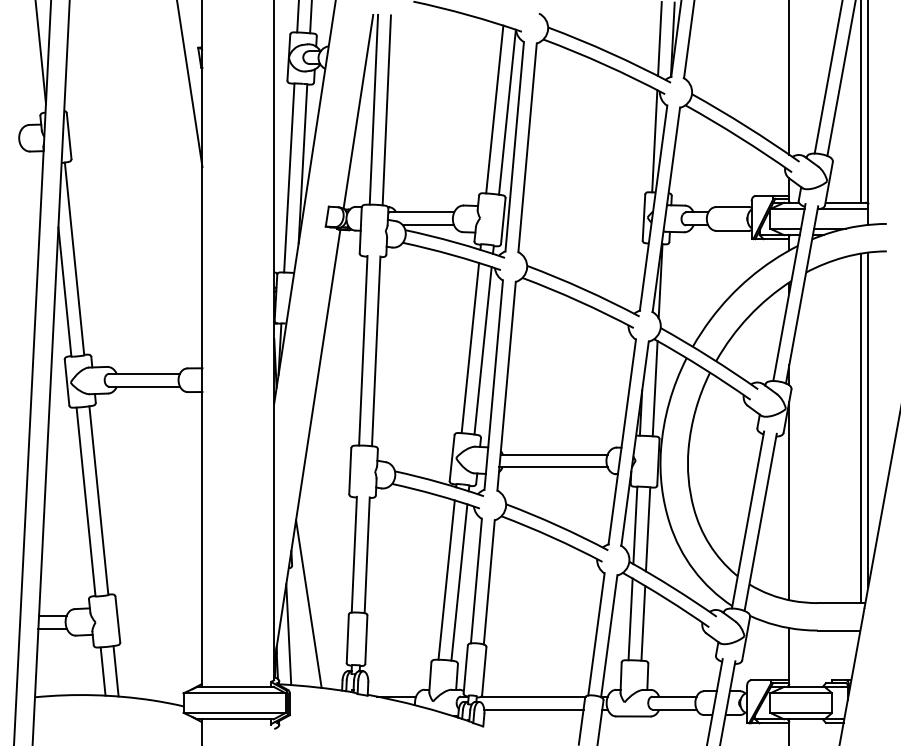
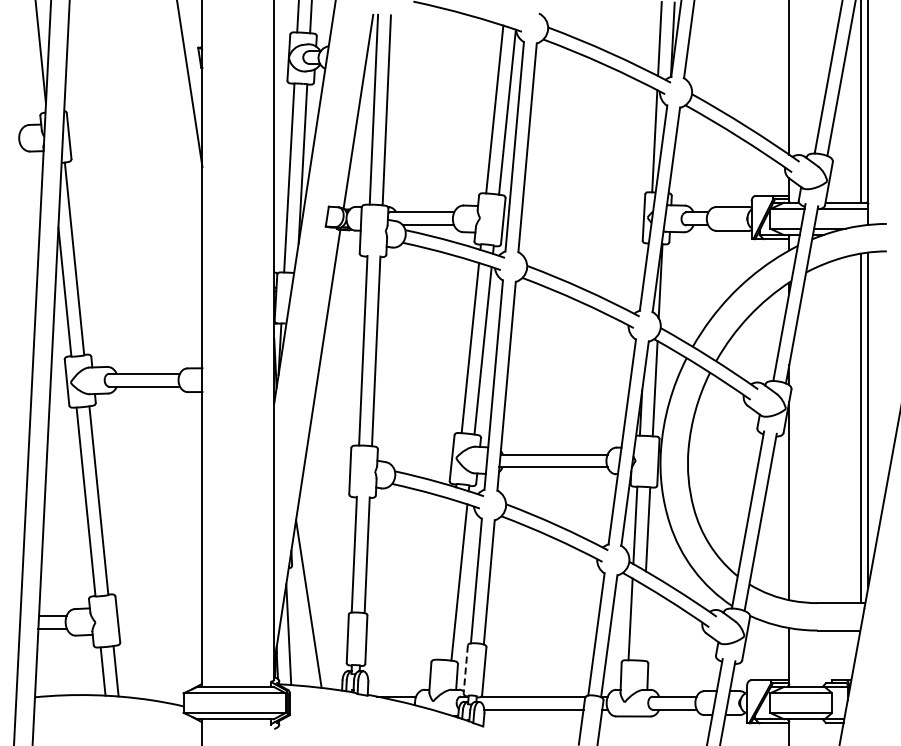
line at (446, 579): present -> none
line at (643, 622): present -> none
line at (465, 669): solid -> dashed
